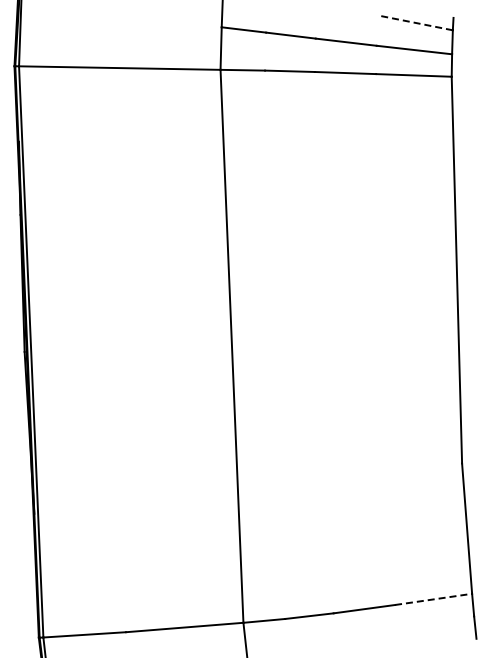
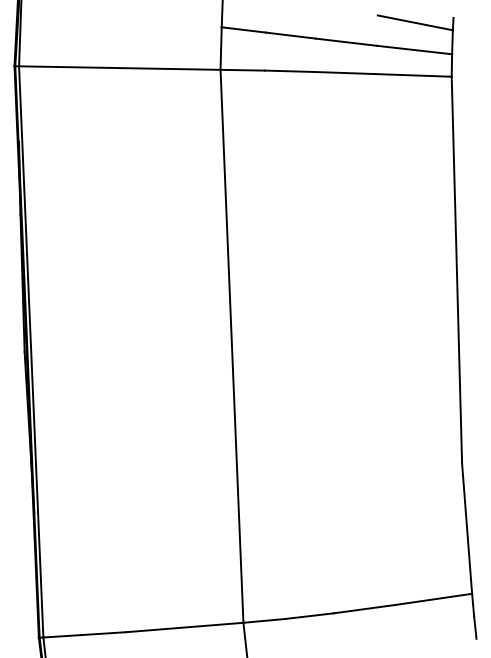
line at (414, 22): dashed -> solid
line at (433, 599): dashed -> solid
